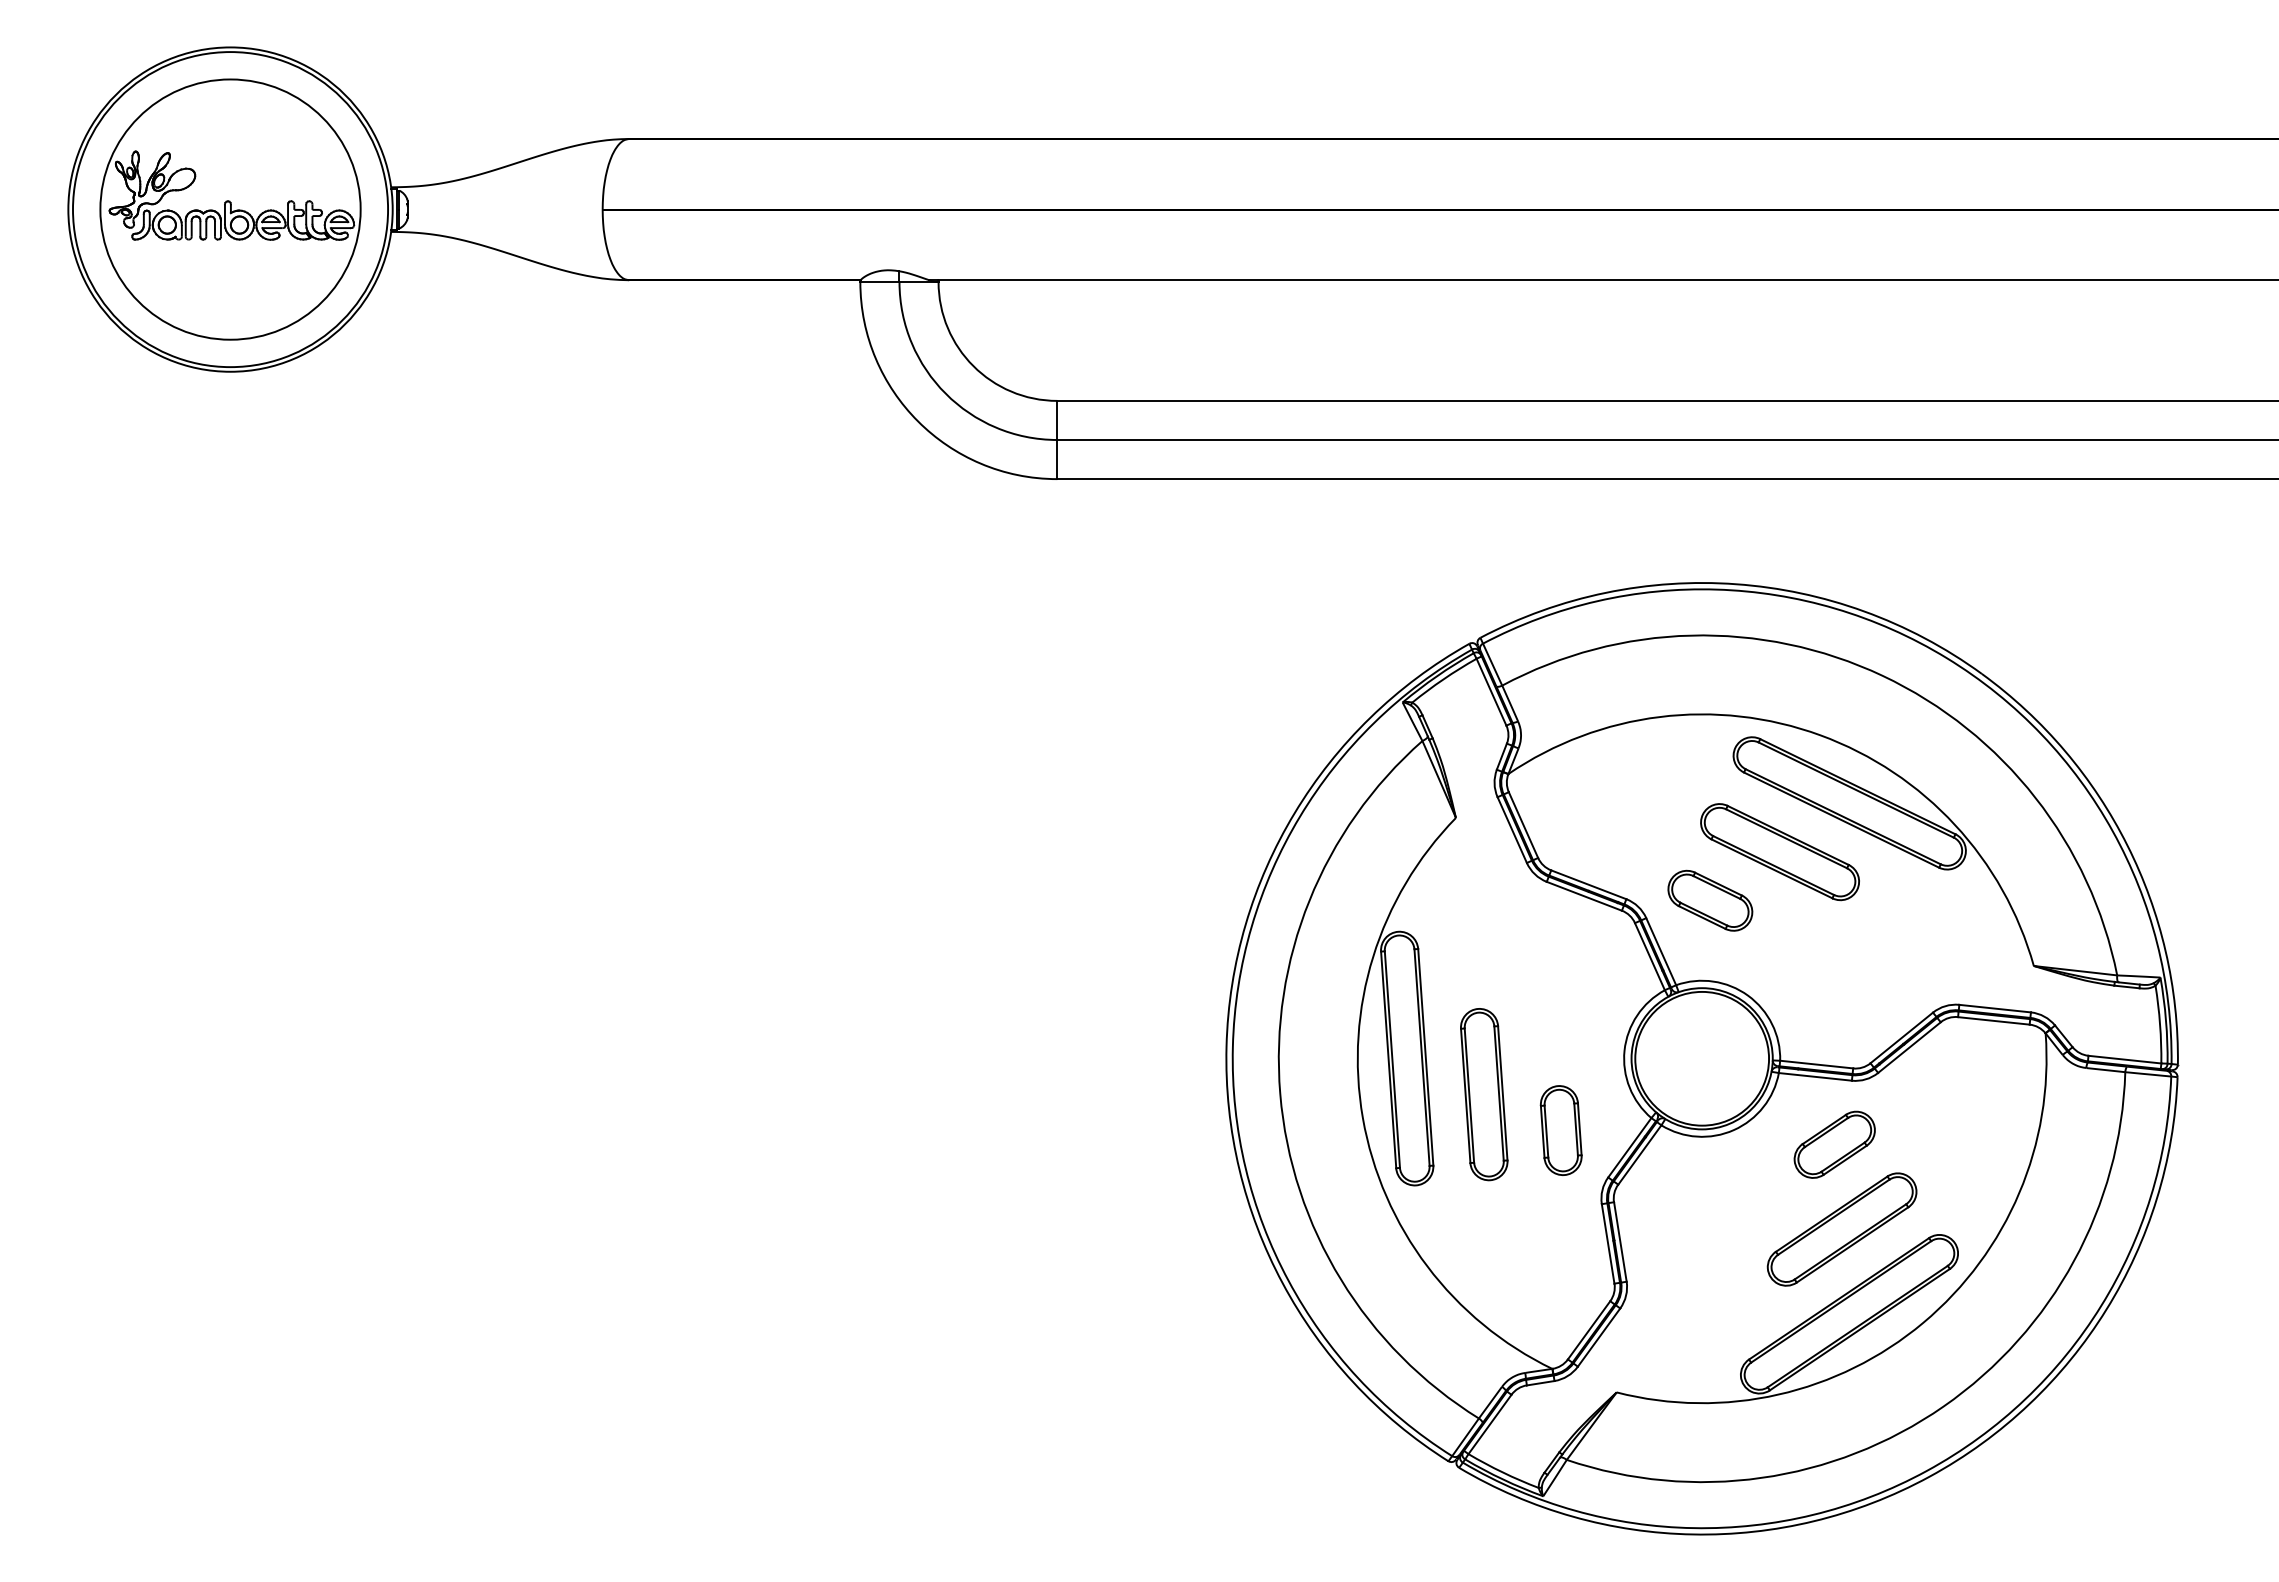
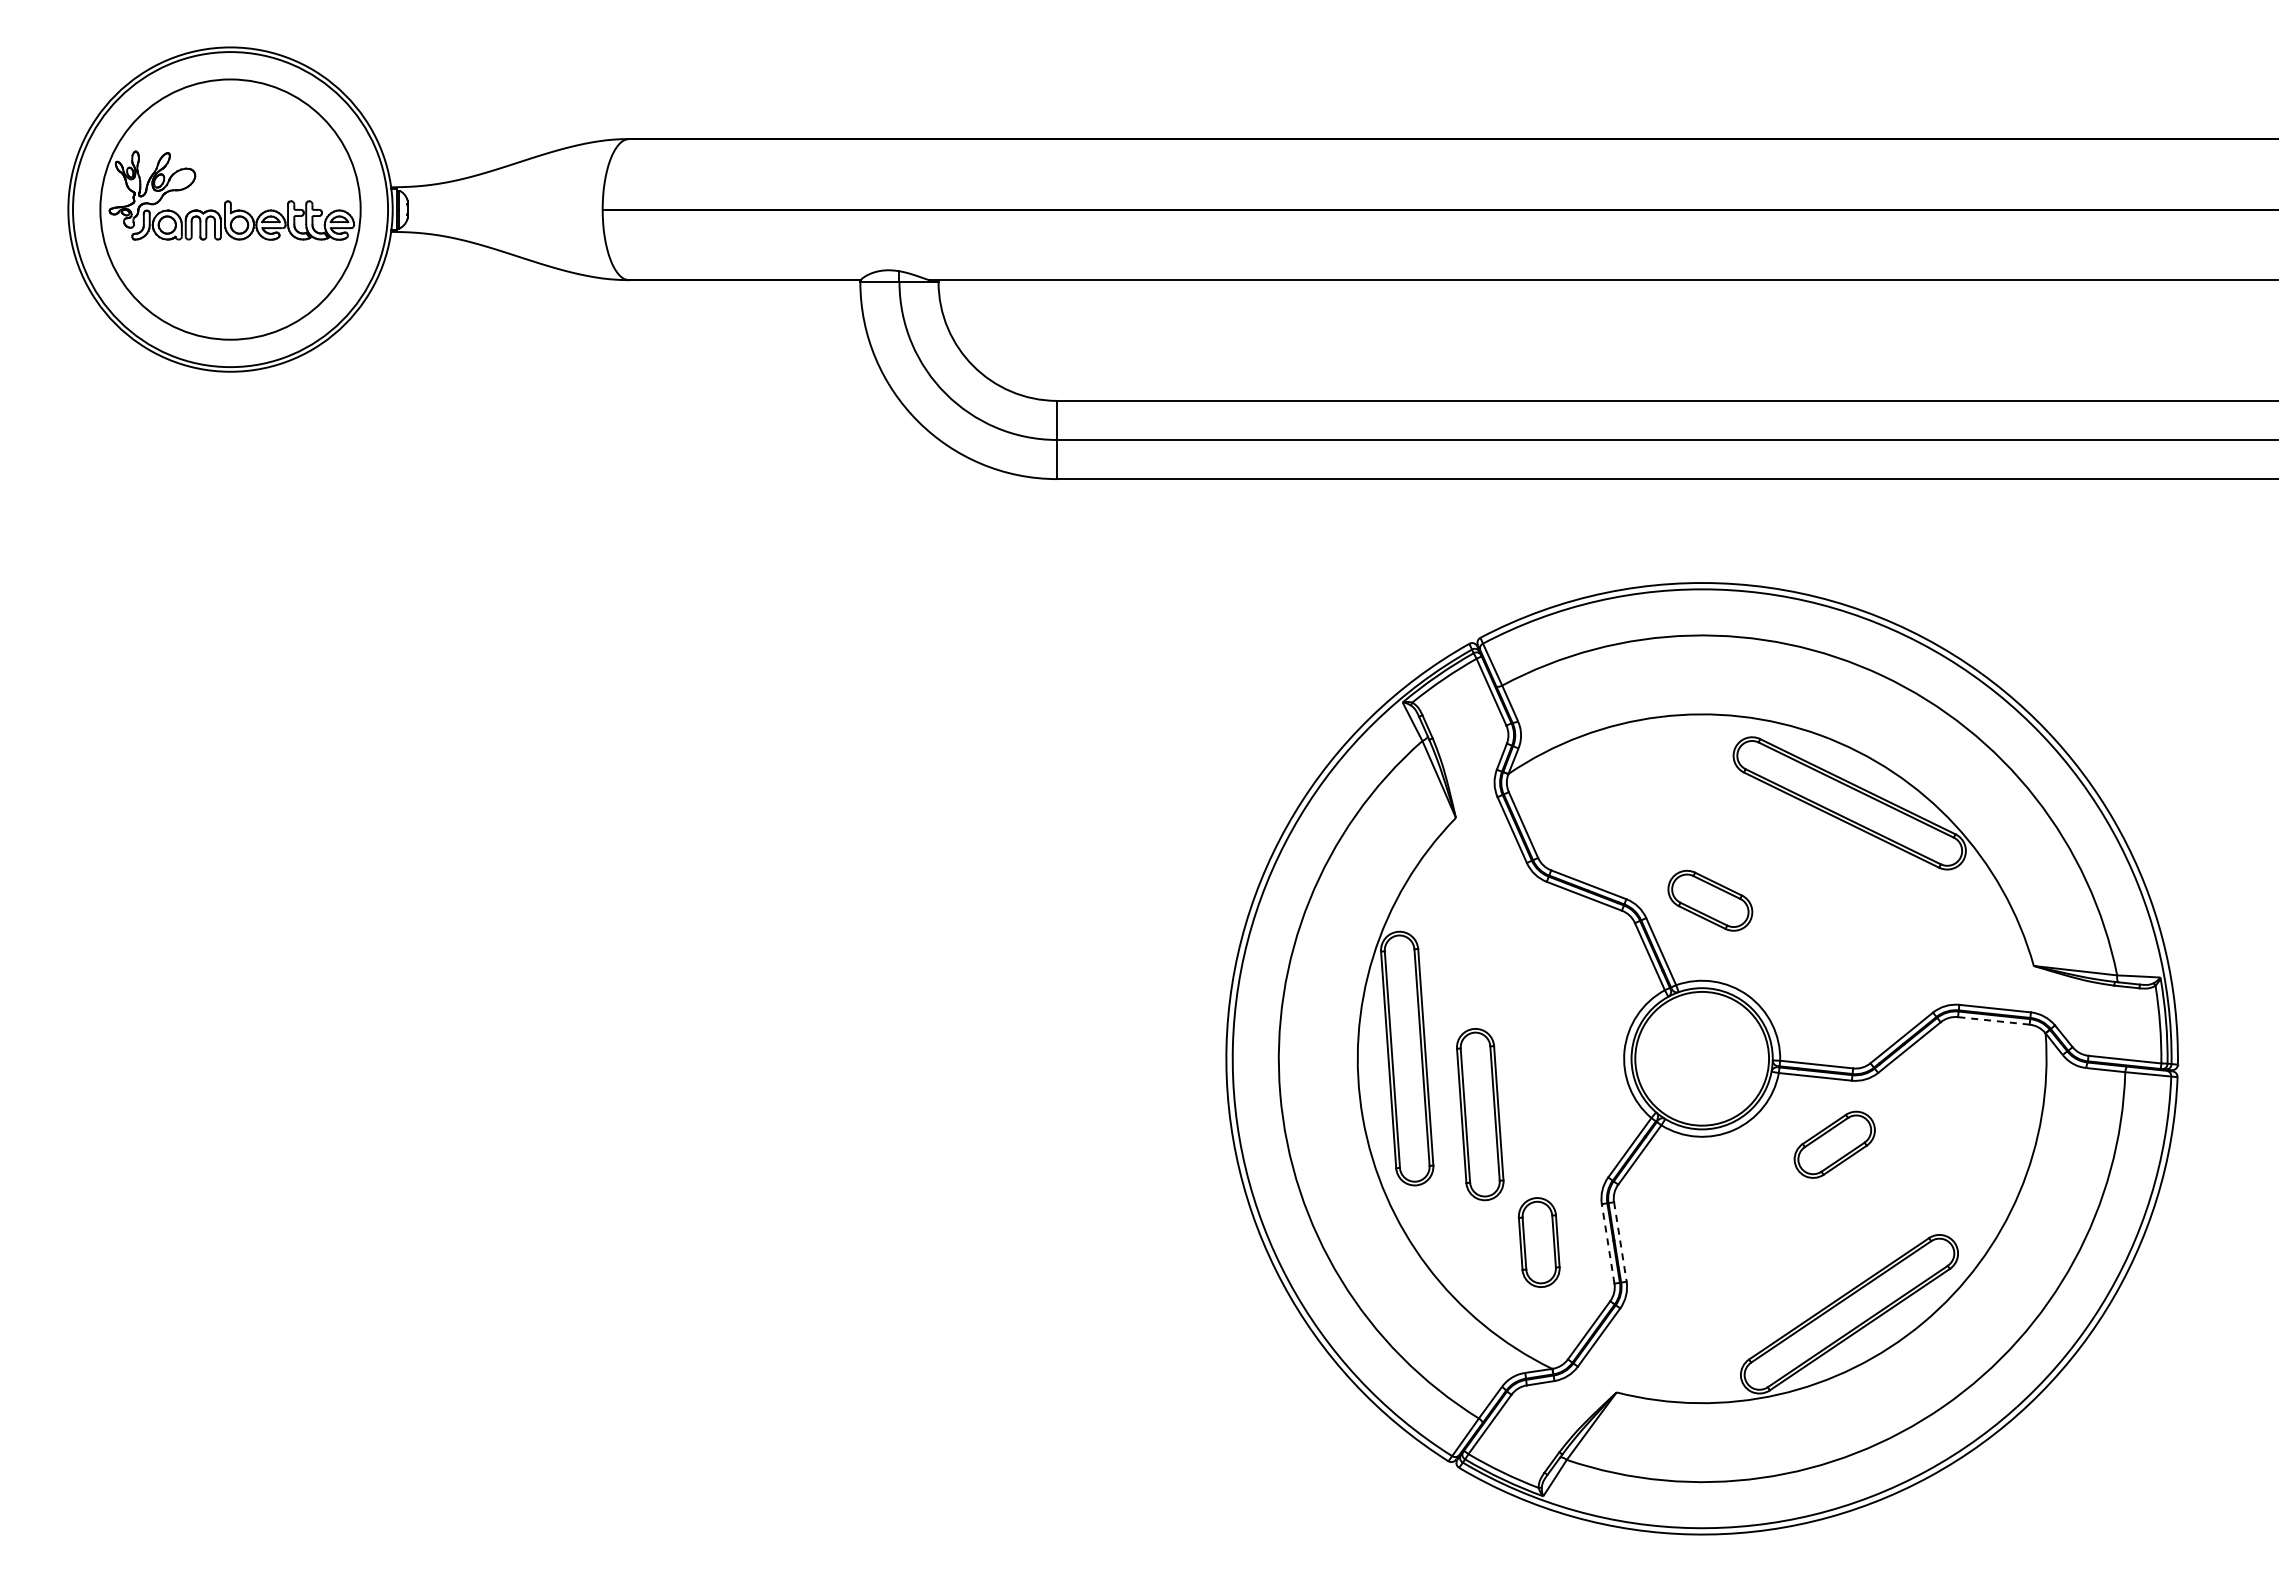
part at (1779, 852): present -> none
line at (1993, 1020): solid -> dashed
part at (1484, 1094) position: (1484, 1094) -> (1480, 1114)
part at (1560, 1130) position: (1560, 1130) -> (1538, 1242)
part at (1841, 1229): present -> none
line at (1620, 1242): solid -> dashed
line at (1608, 1243): solid -> dashed
